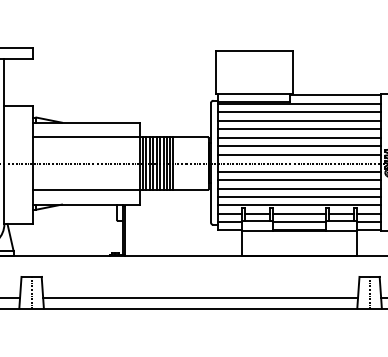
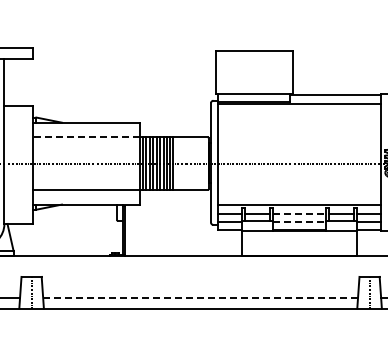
line at (299, 112): present -> none
line at (299, 120): present -> none
line at (299, 129): present -> none
line at (86, 137): solid -> dashed
line at (299, 137): present -> none
line at (299, 146): present -> none
line at (299, 155): present -> none
line at (299, 171): present -> none
line at (299, 180): present -> none
line at (299, 188): present -> none
line at (299, 197): present -> none
line at (300, 213): solid -> dashed
line at (300, 222): solid -> dashed
line at (201, 298): solid -> dashed
